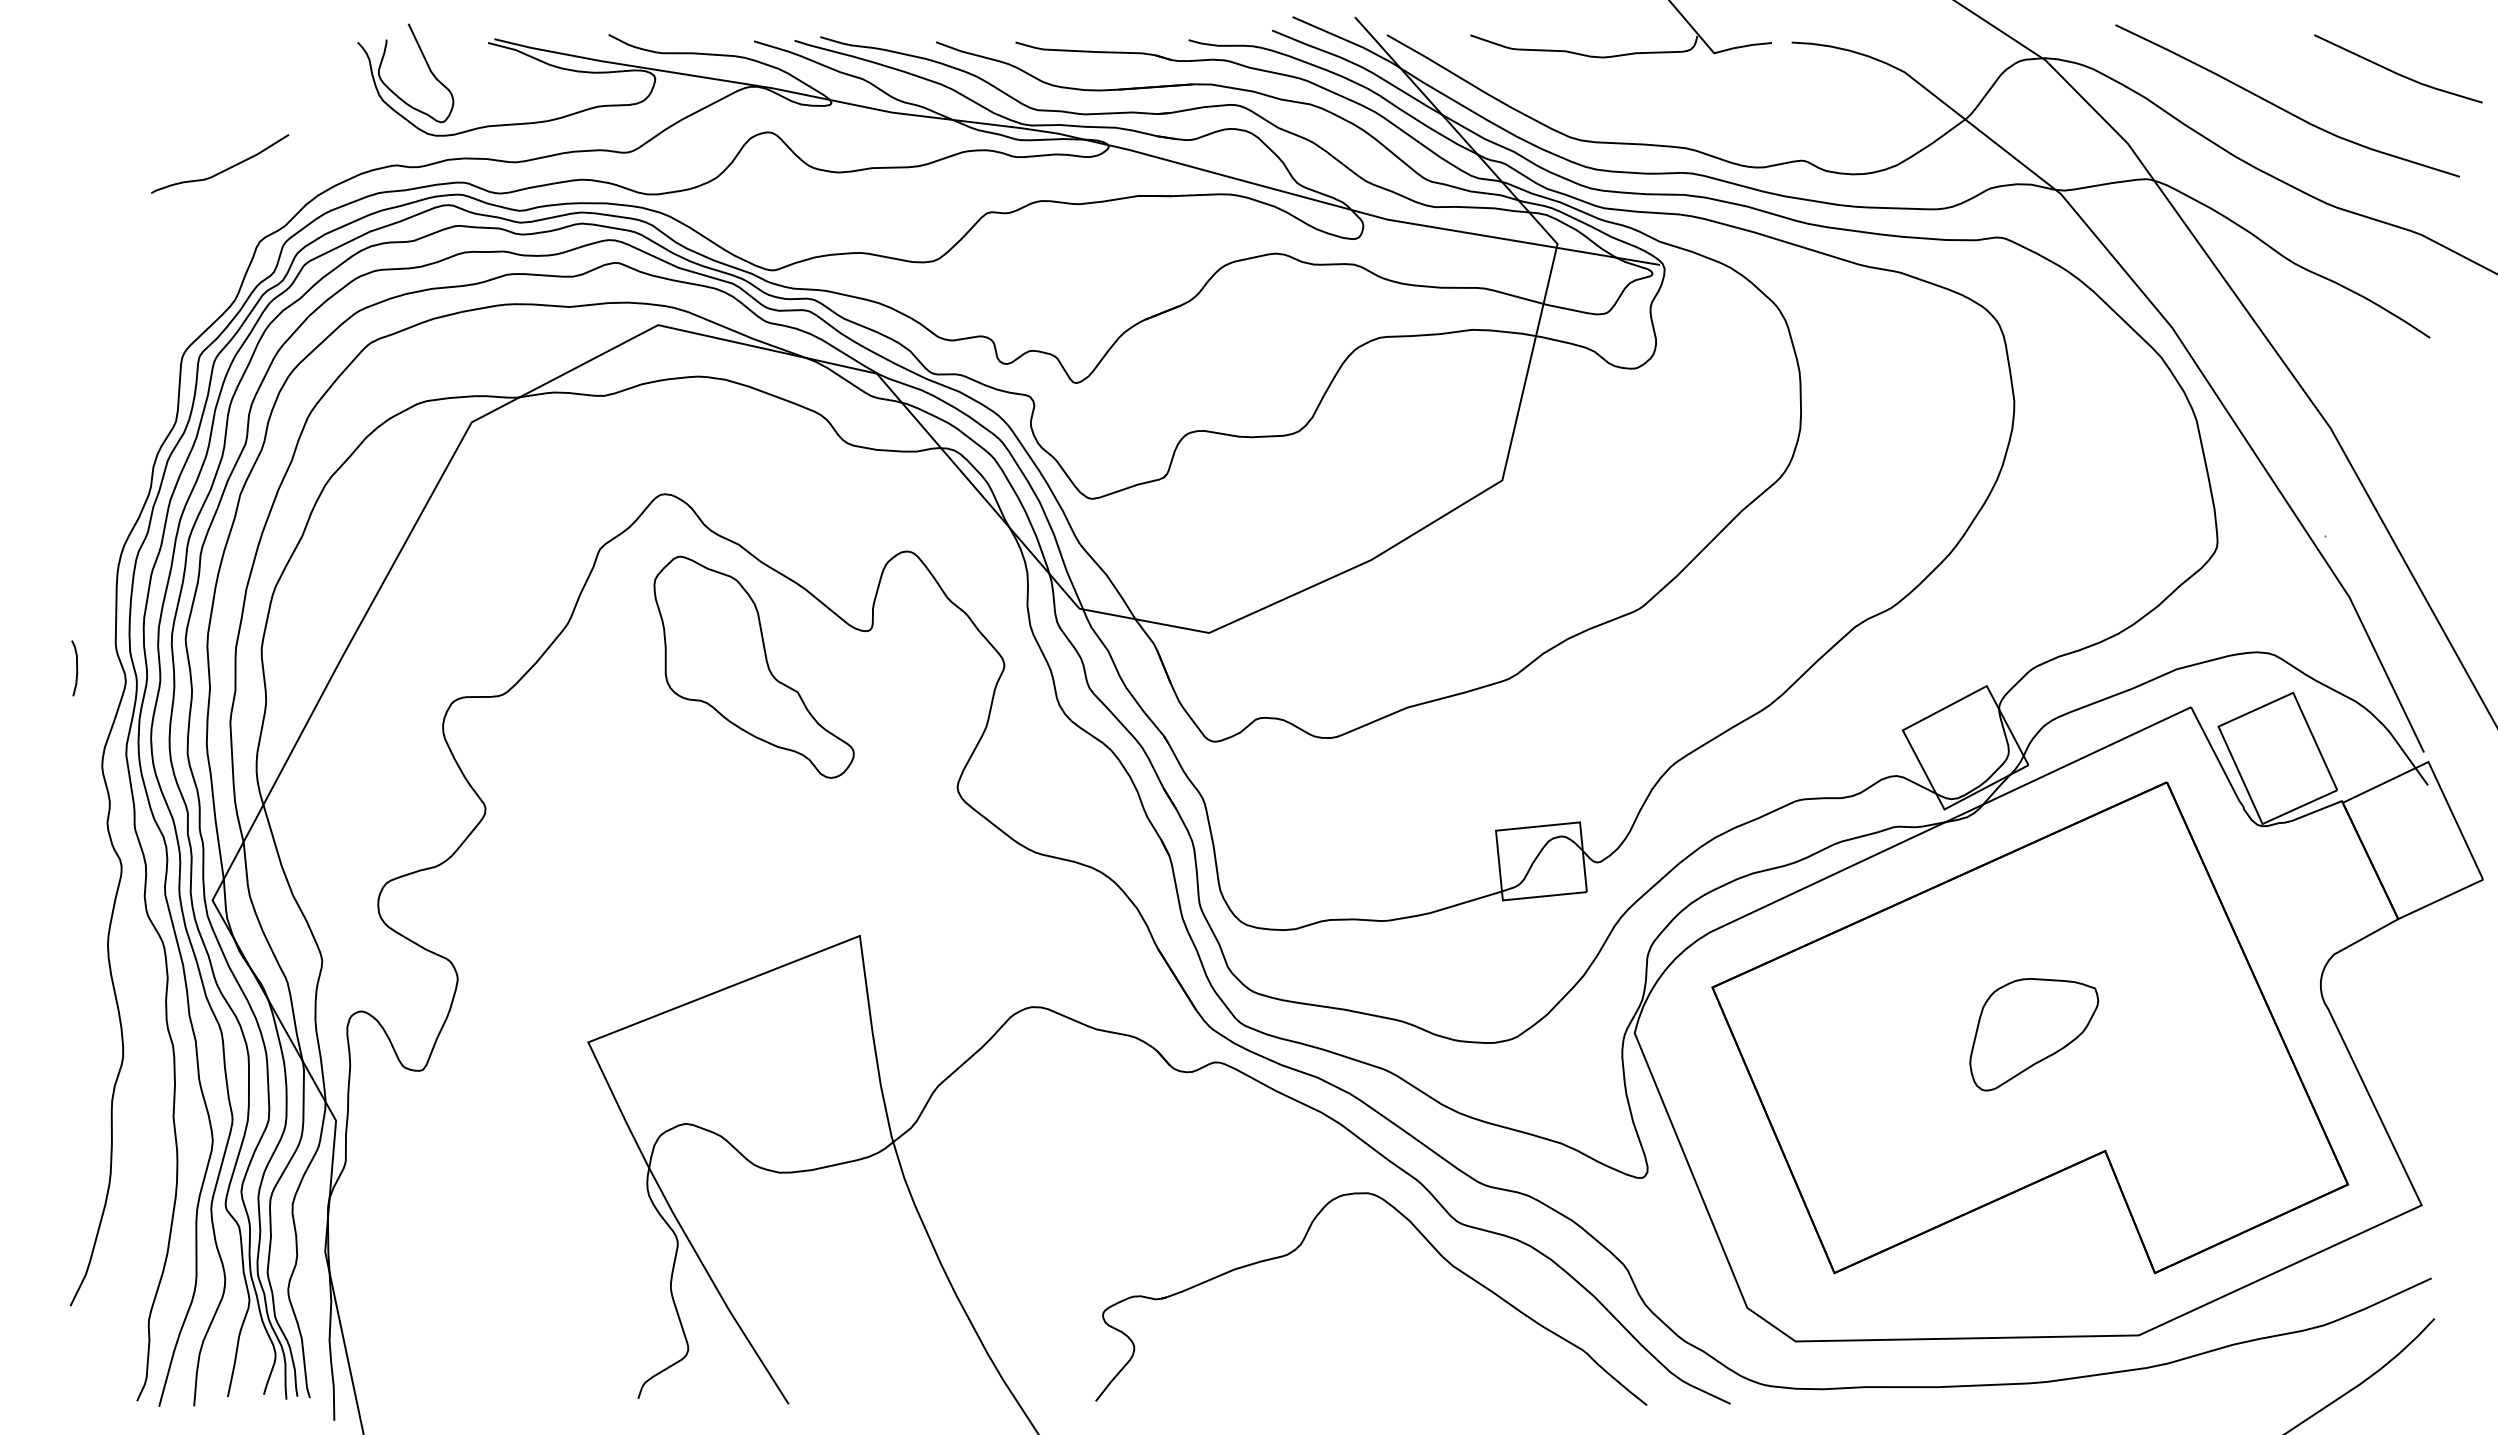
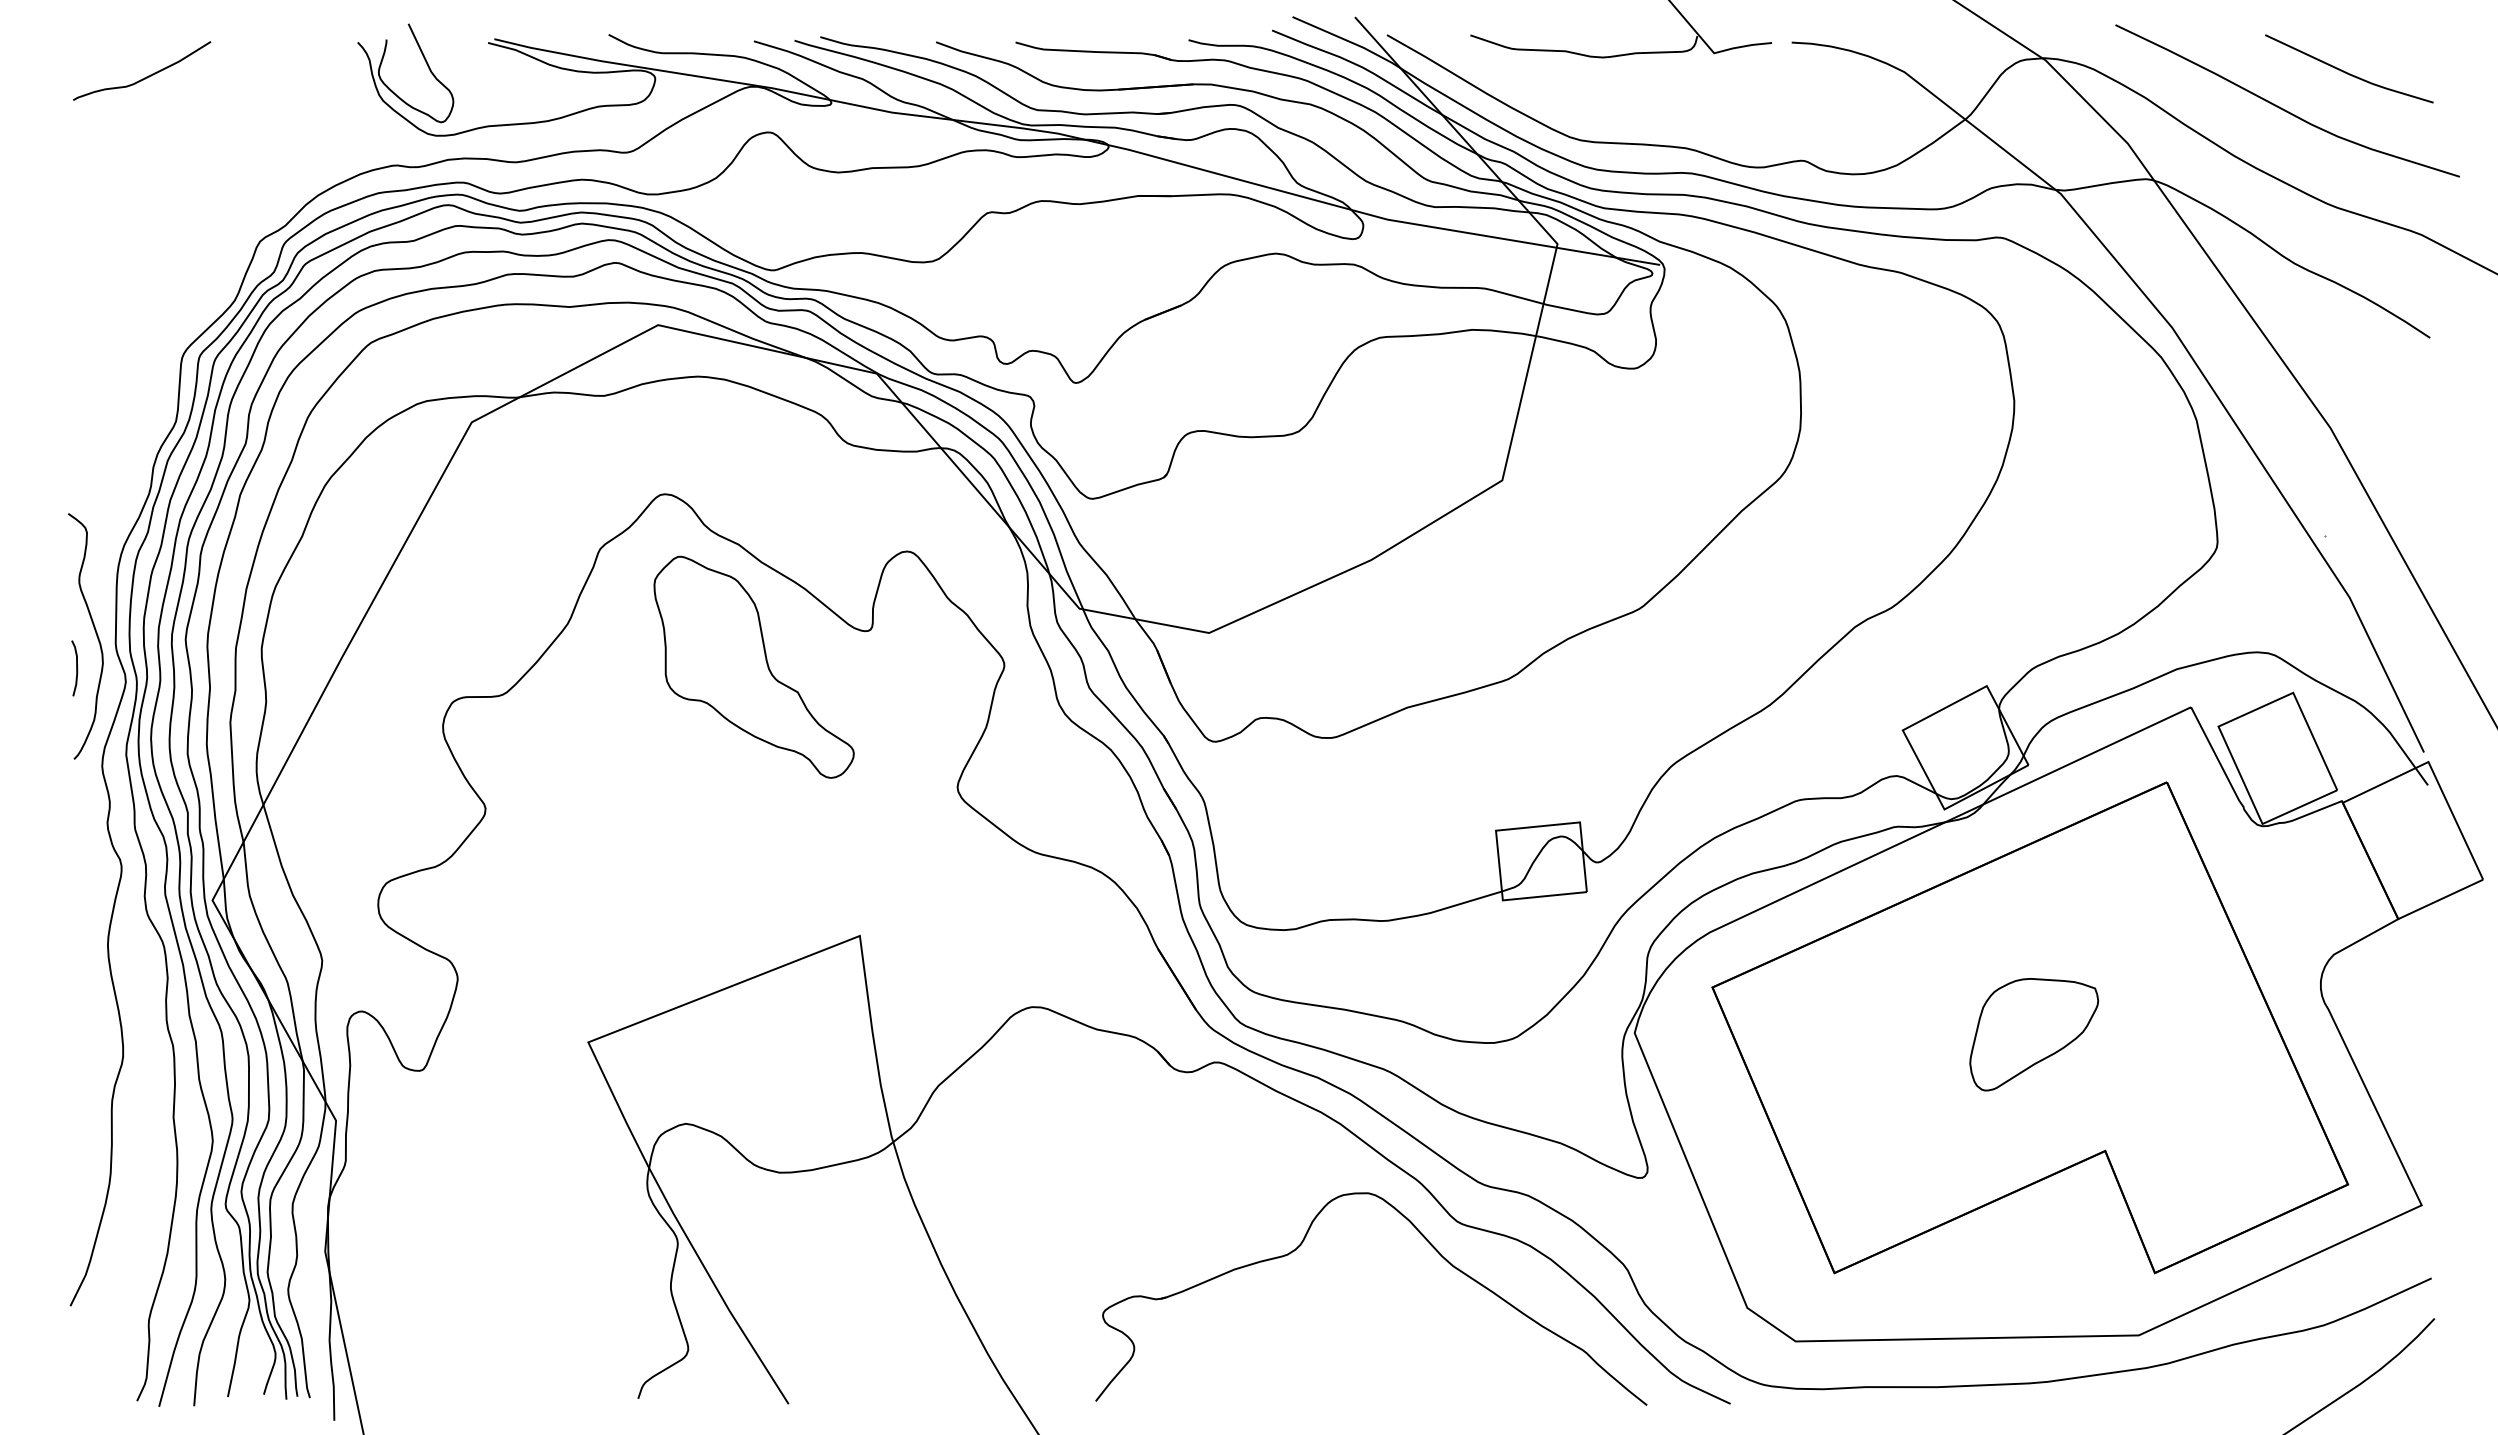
line at (2397, 72) position: (2397, 72) -> (2348, 72)
curve at (224, 169) position: (224, 169) -> (146, 76)
curve at (95, 633): none -> present
